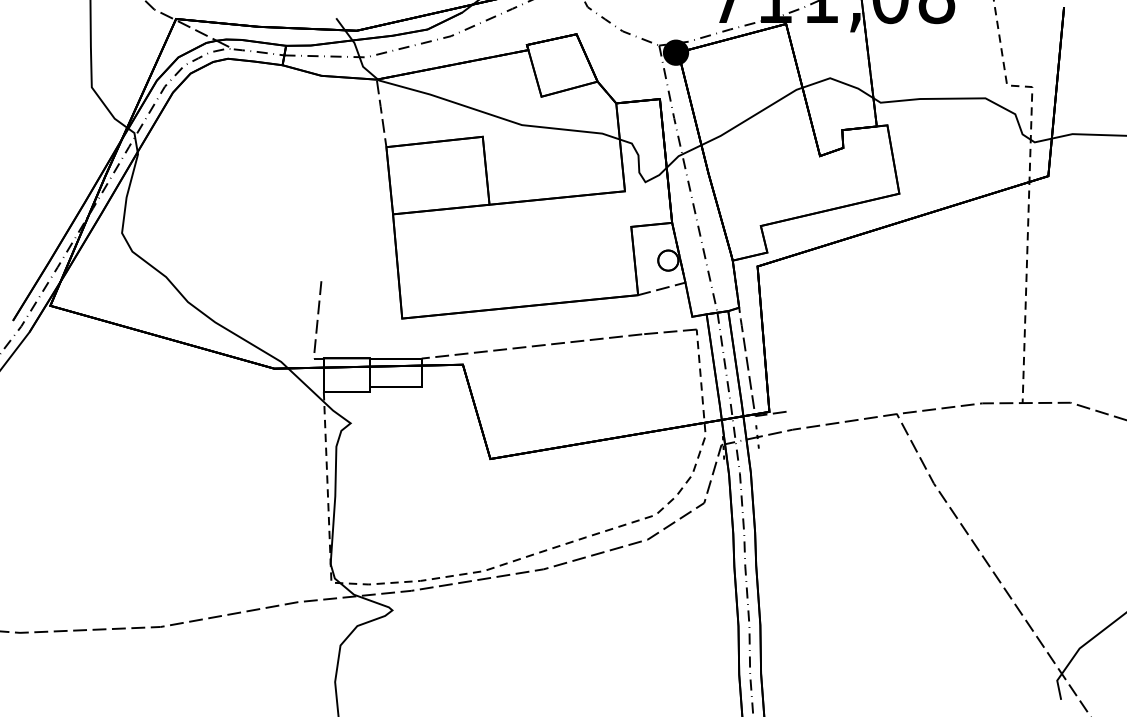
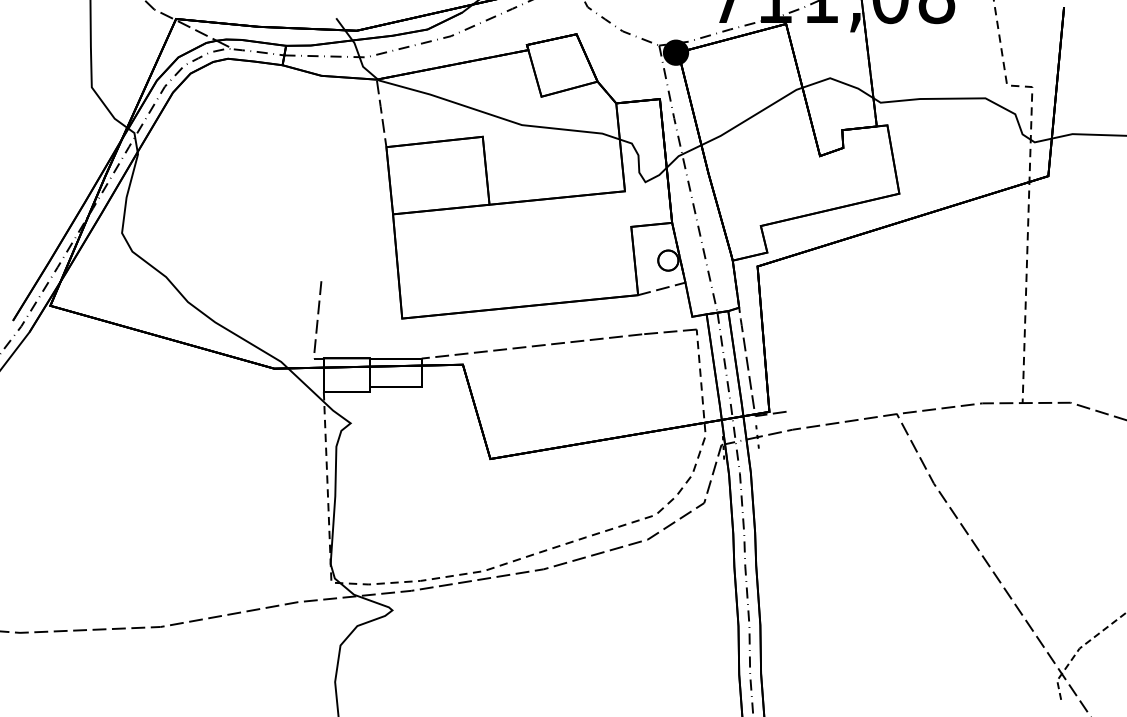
line at (1079, 648): solid -> dashed
